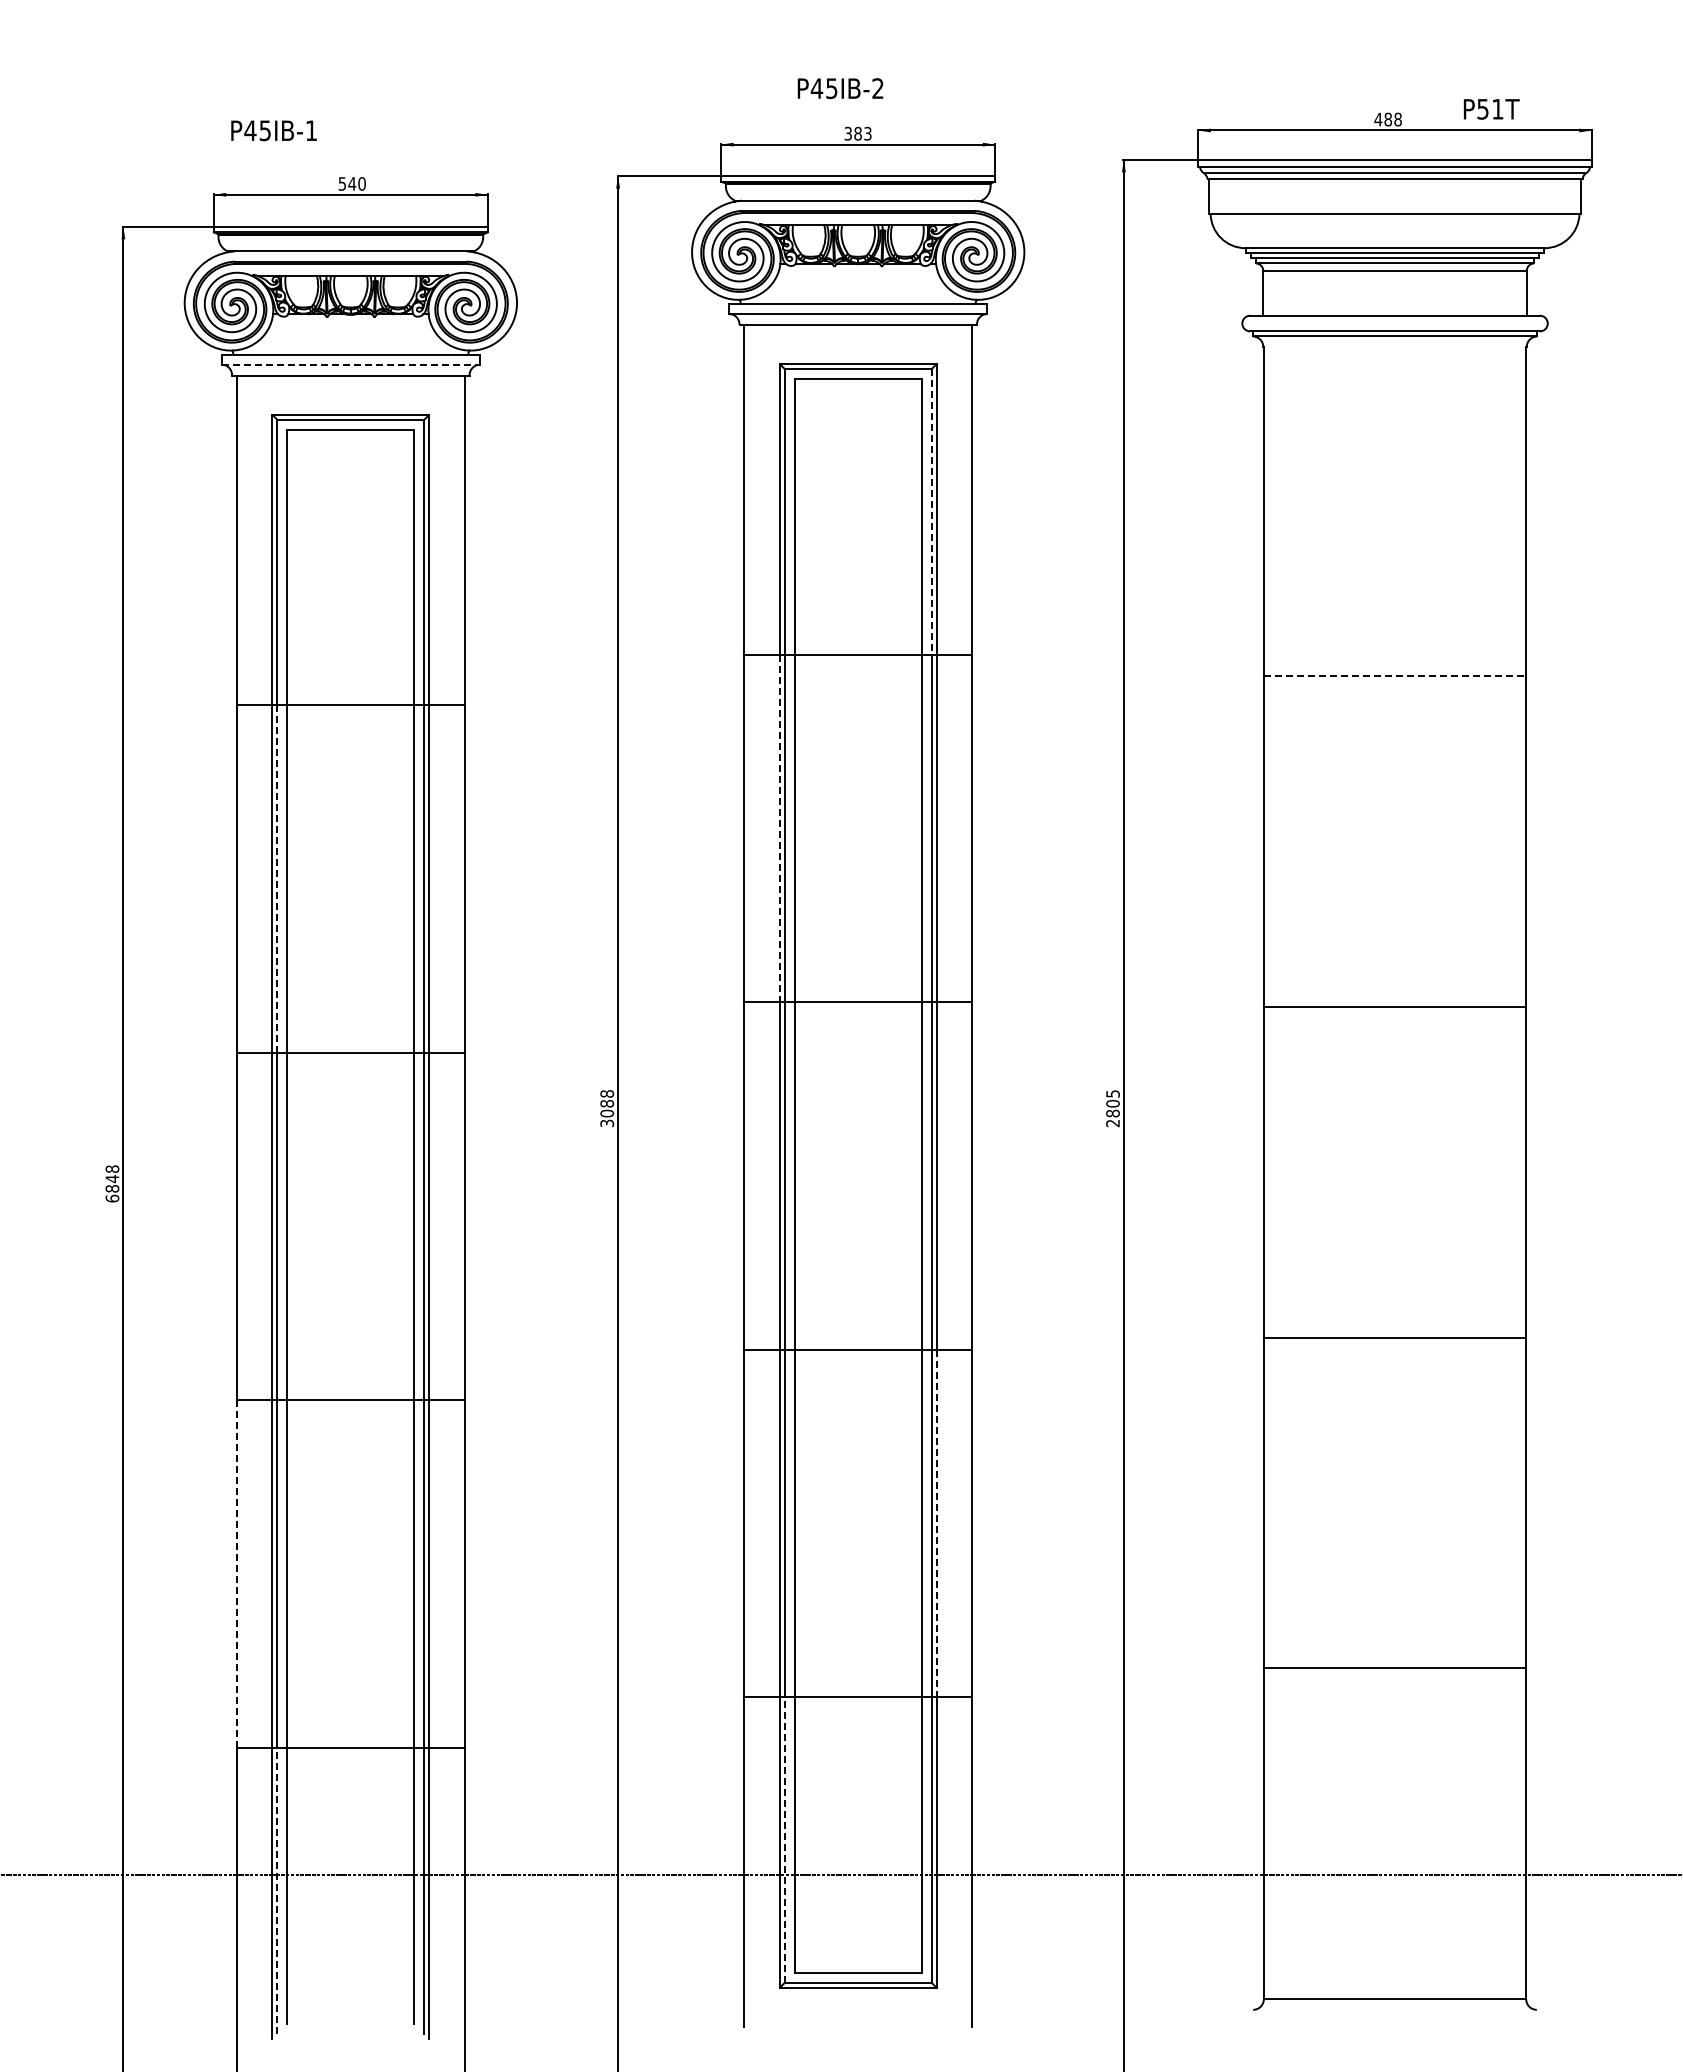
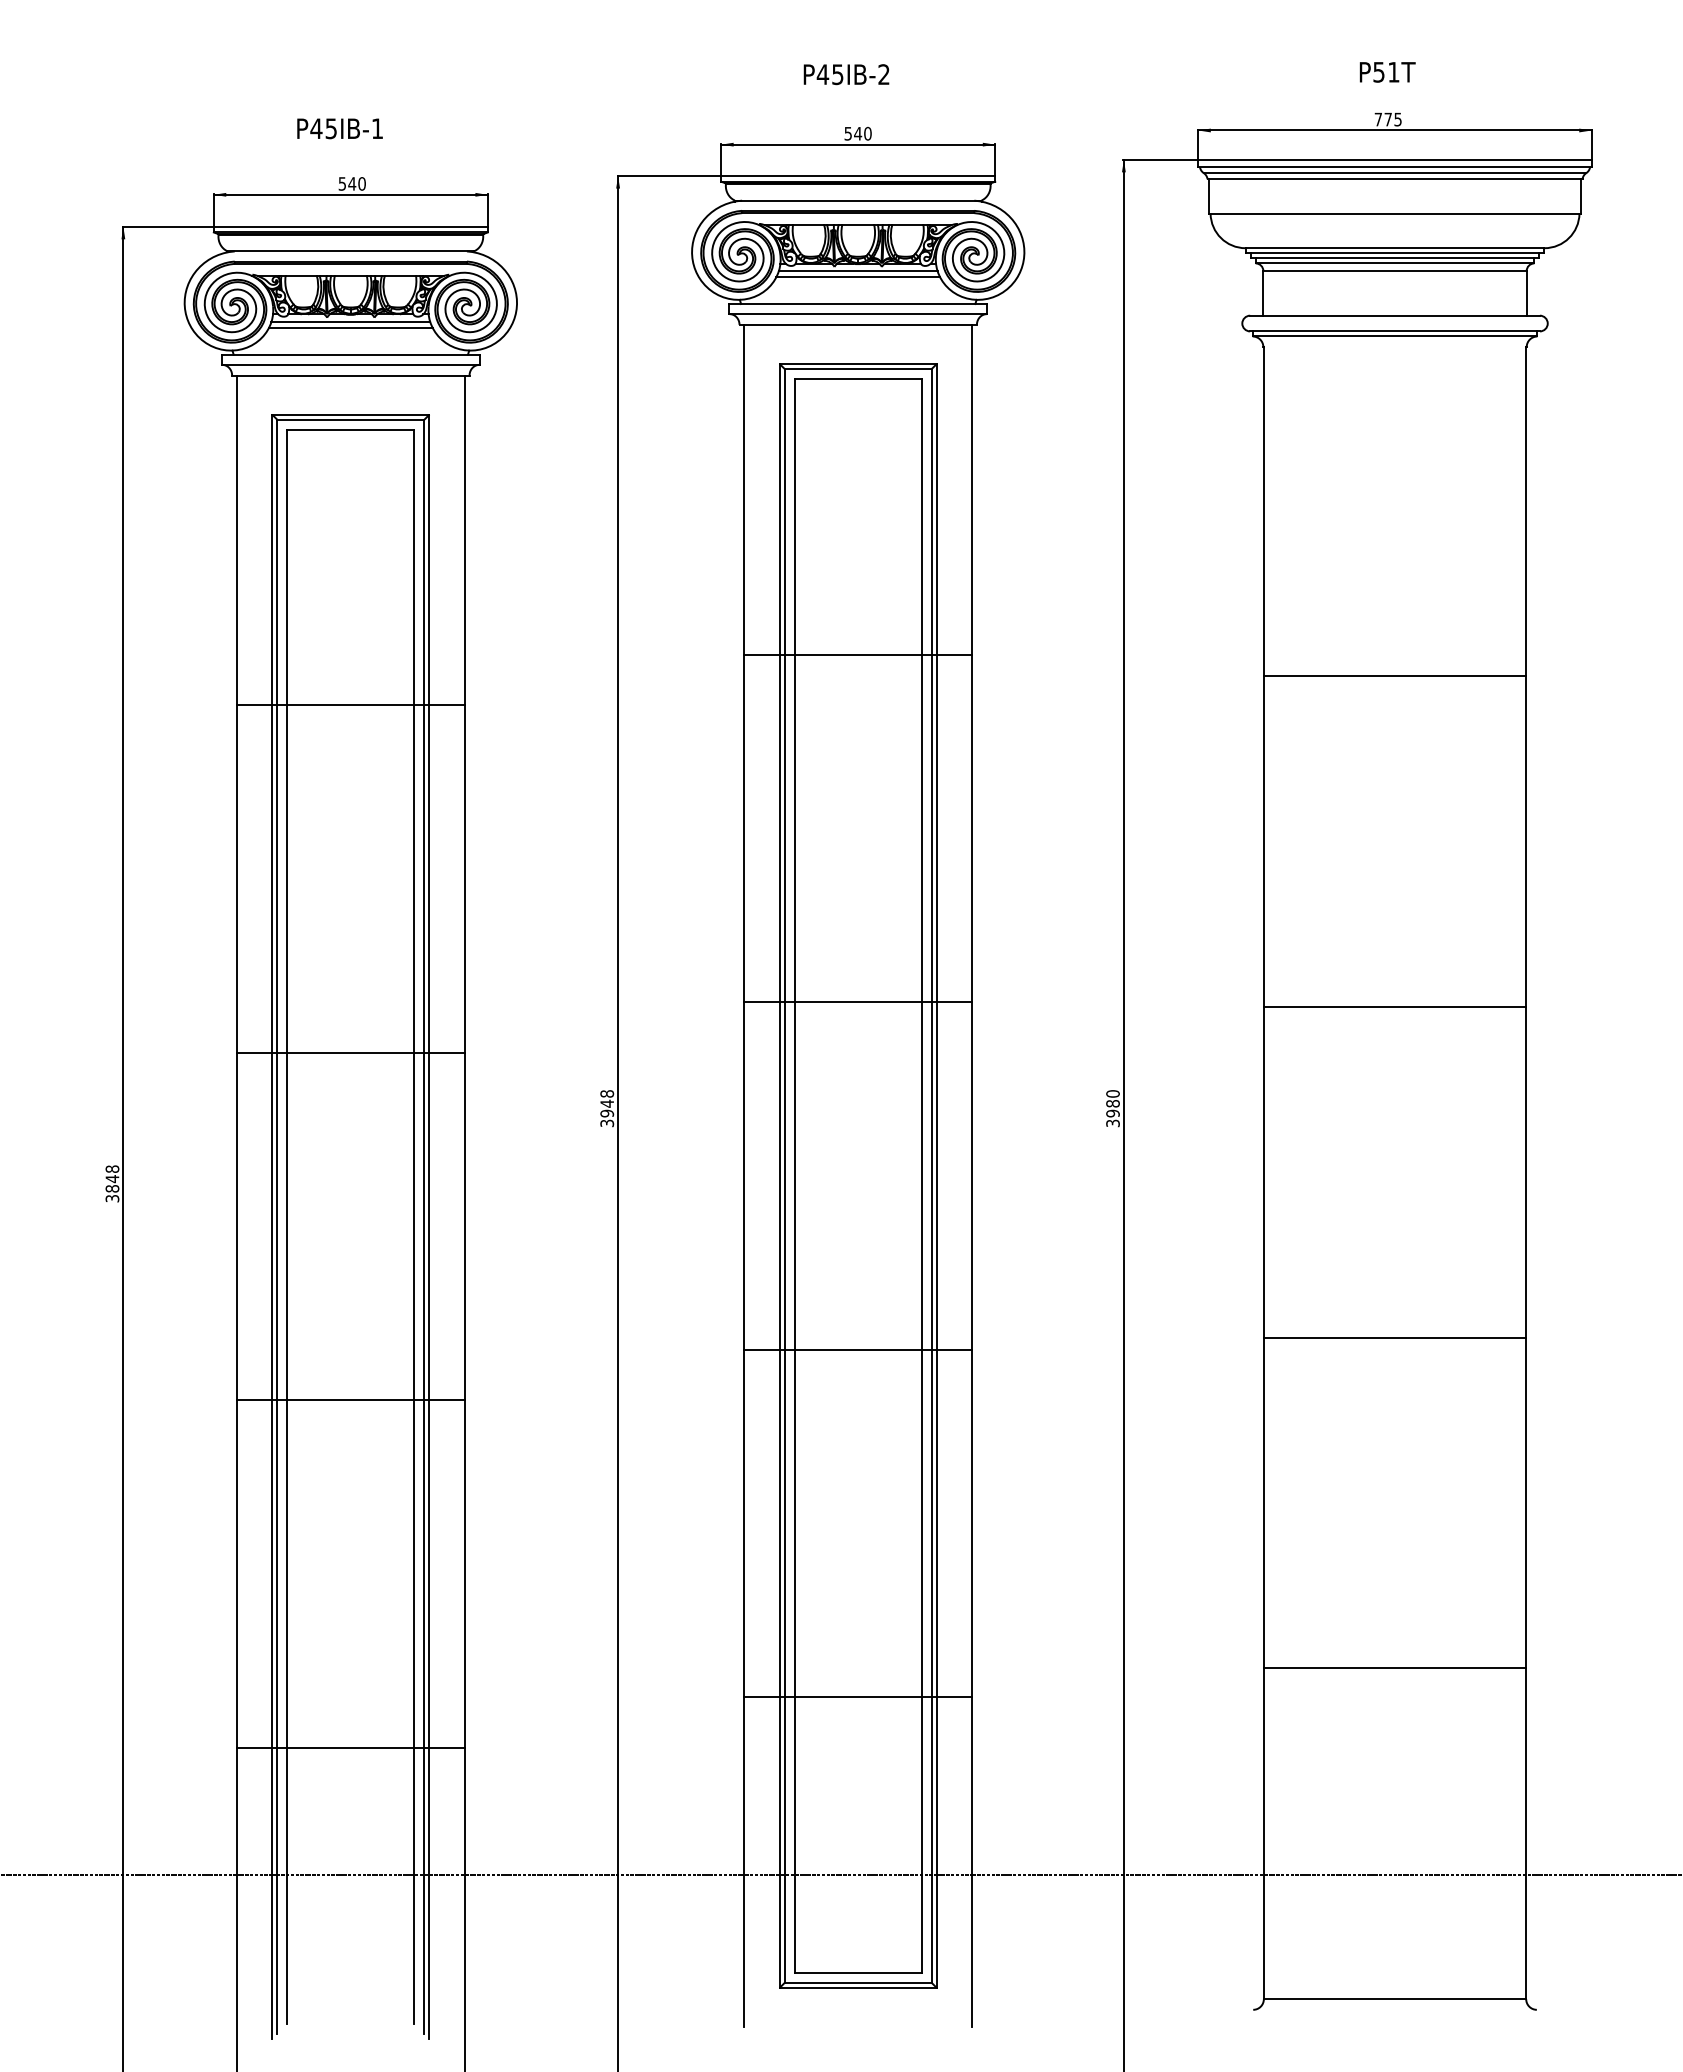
text at (840, 88) position: (840, 88) -> (846, 74)
text at (1491, 109) position: (1491, 109) -> (1387, 72)
text at (1387, 119): 488 -> 775
text at (273, 130) position: (273, 130) -> (339, 128)
text at (858, 133): 383 -> 540
line at (857, 271): none -> present
line at (858, 277): none -> present
line at (350, 322): none -> present
line at (350, 328): none -> present
line at (351, 364): dashed -> solid
line at (931, 511): dashed -> solid
line at (1395, 675): dashed -> solid
line at (779, 828): dashed -> solid
line at (277, 879): dashed -> solid
text at (607, 1108): 3088 -> 3948
text at (1112, 1108): 2805 -> 3980
text at (112, 1198): 6848 -> 3848
line at (936, 1523): dashed -> solid
line at (236, 1574): dashed -> solid
line at (784, 1840): dashed -> solid
line at (277, 1890): dashed -> solid
